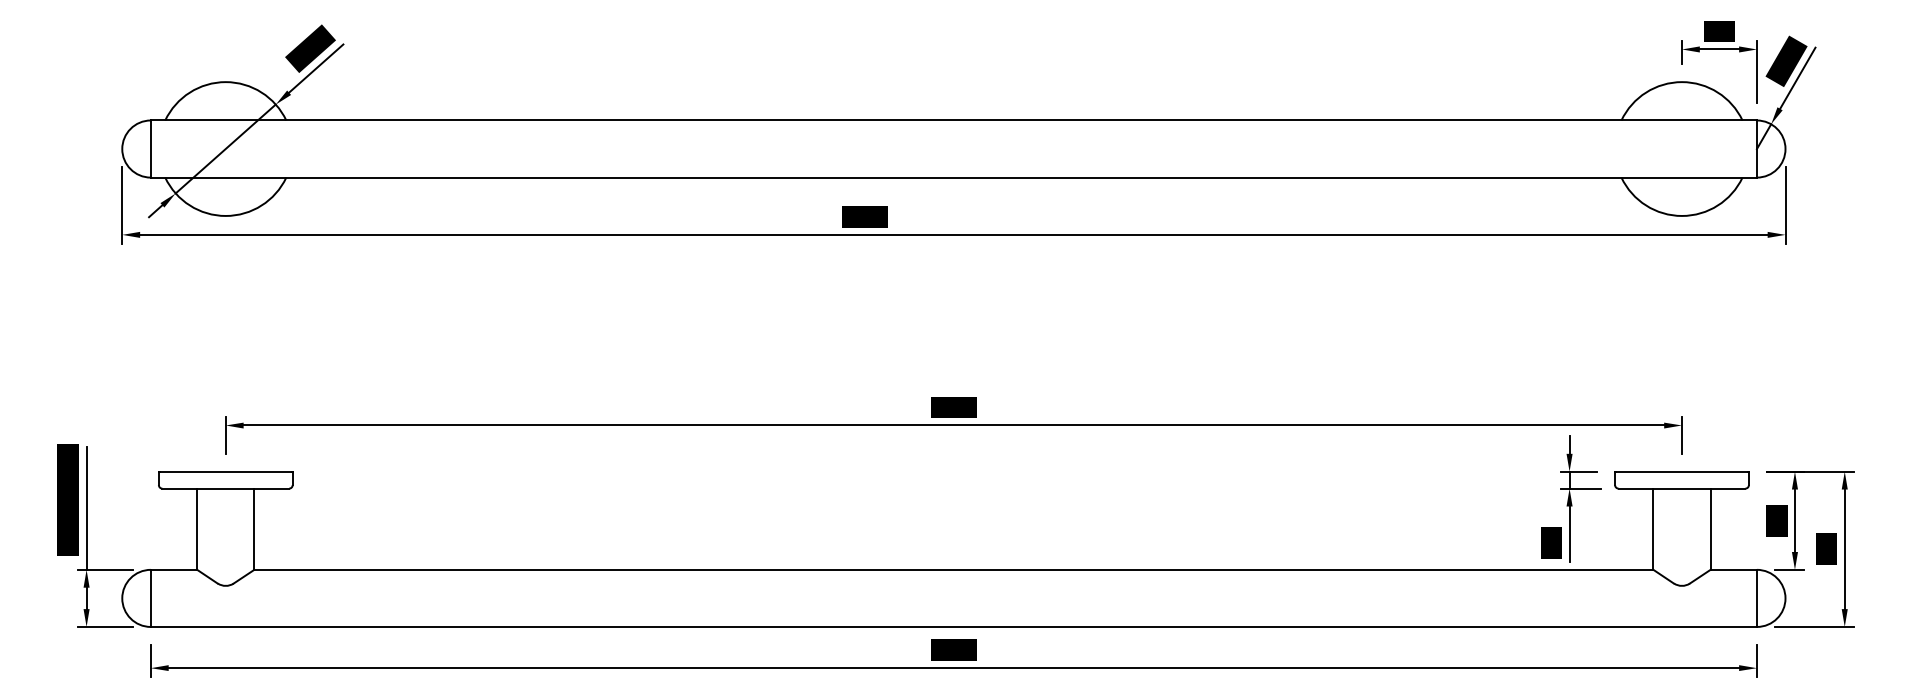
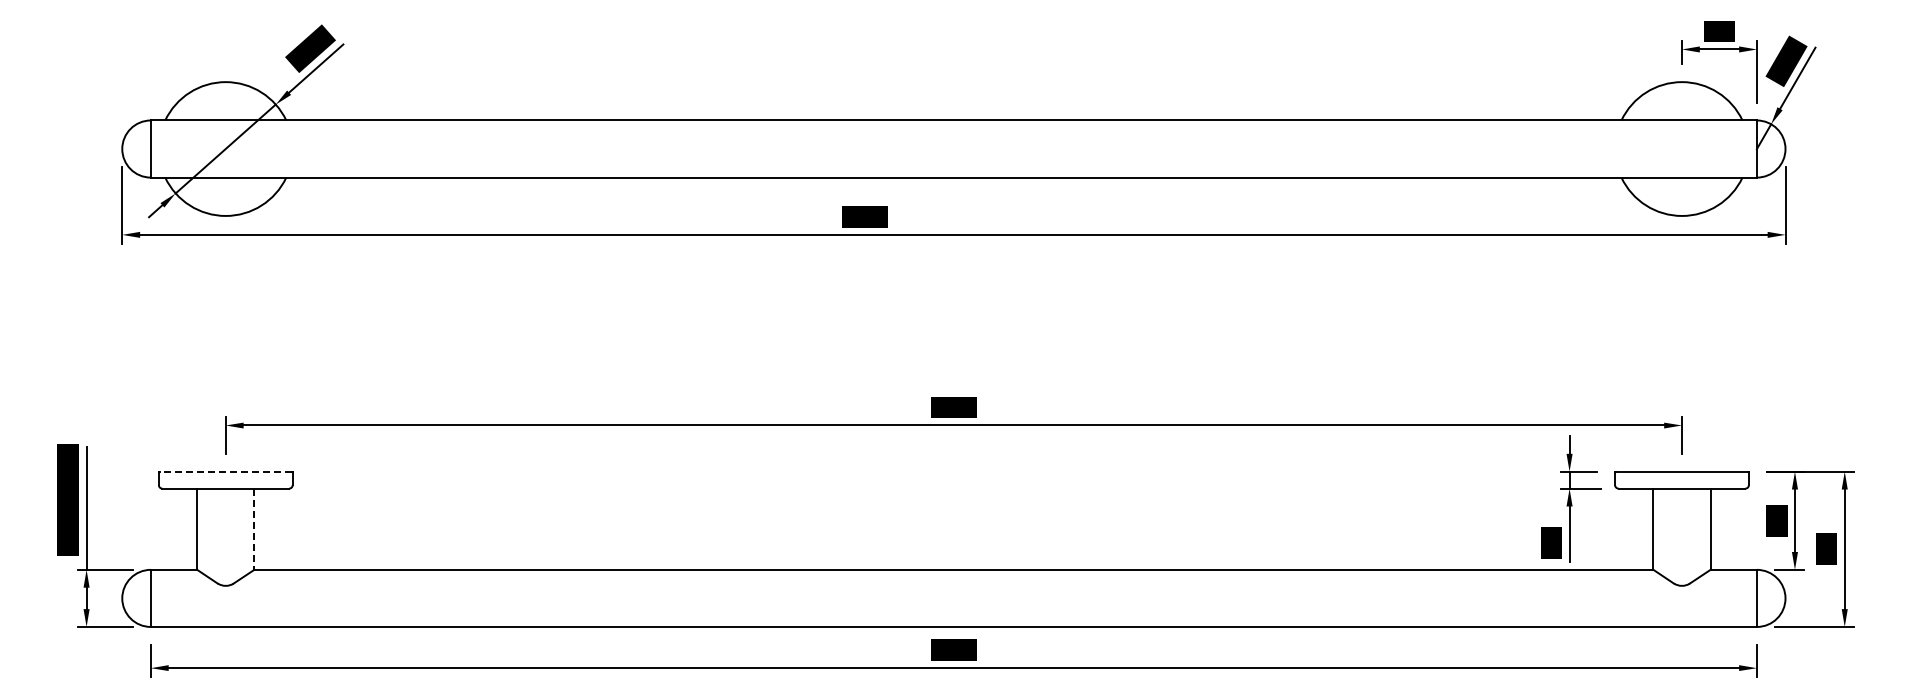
line at (225, 471): solid -> dashed
line at (254, 529): solid -> dashed
